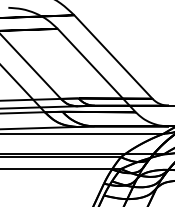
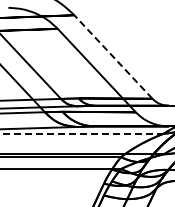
line at (113, 56): solid -> dashed
line at (81, 133): solid -> dashed
